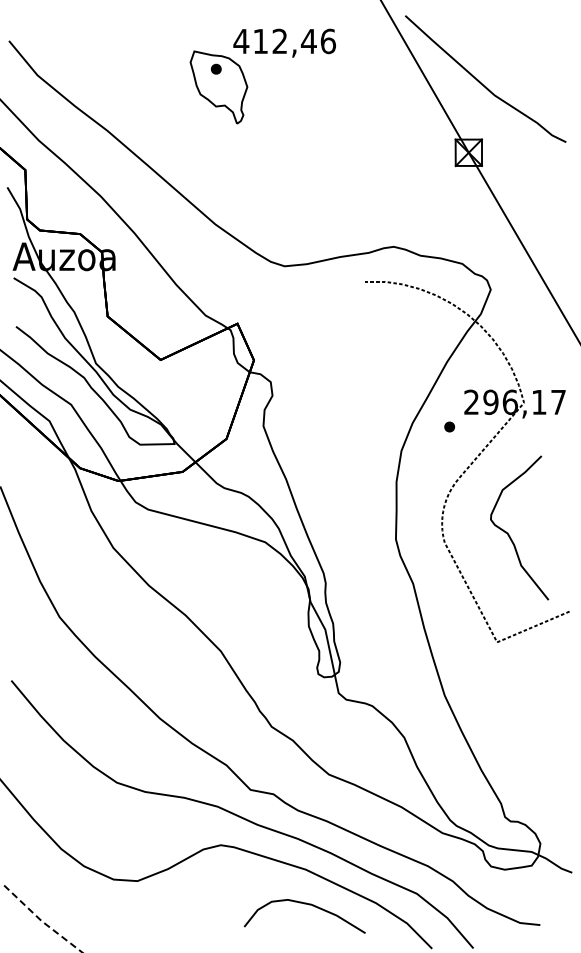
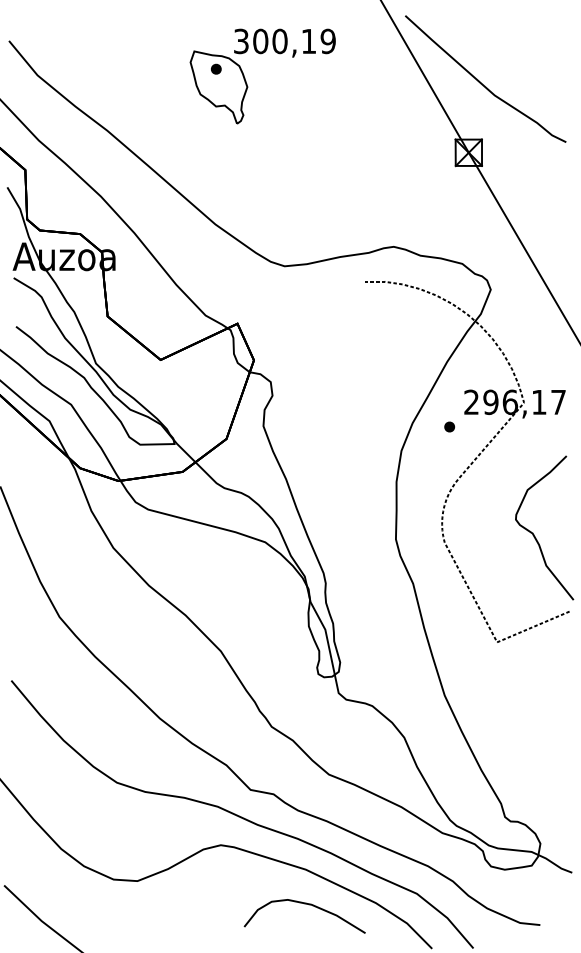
text at (284, 41): 412,46 -> 300,19
curve at (508, 532) position: (508, 532) -> (533, 532)
line at (41, 921): dashed -> solid
